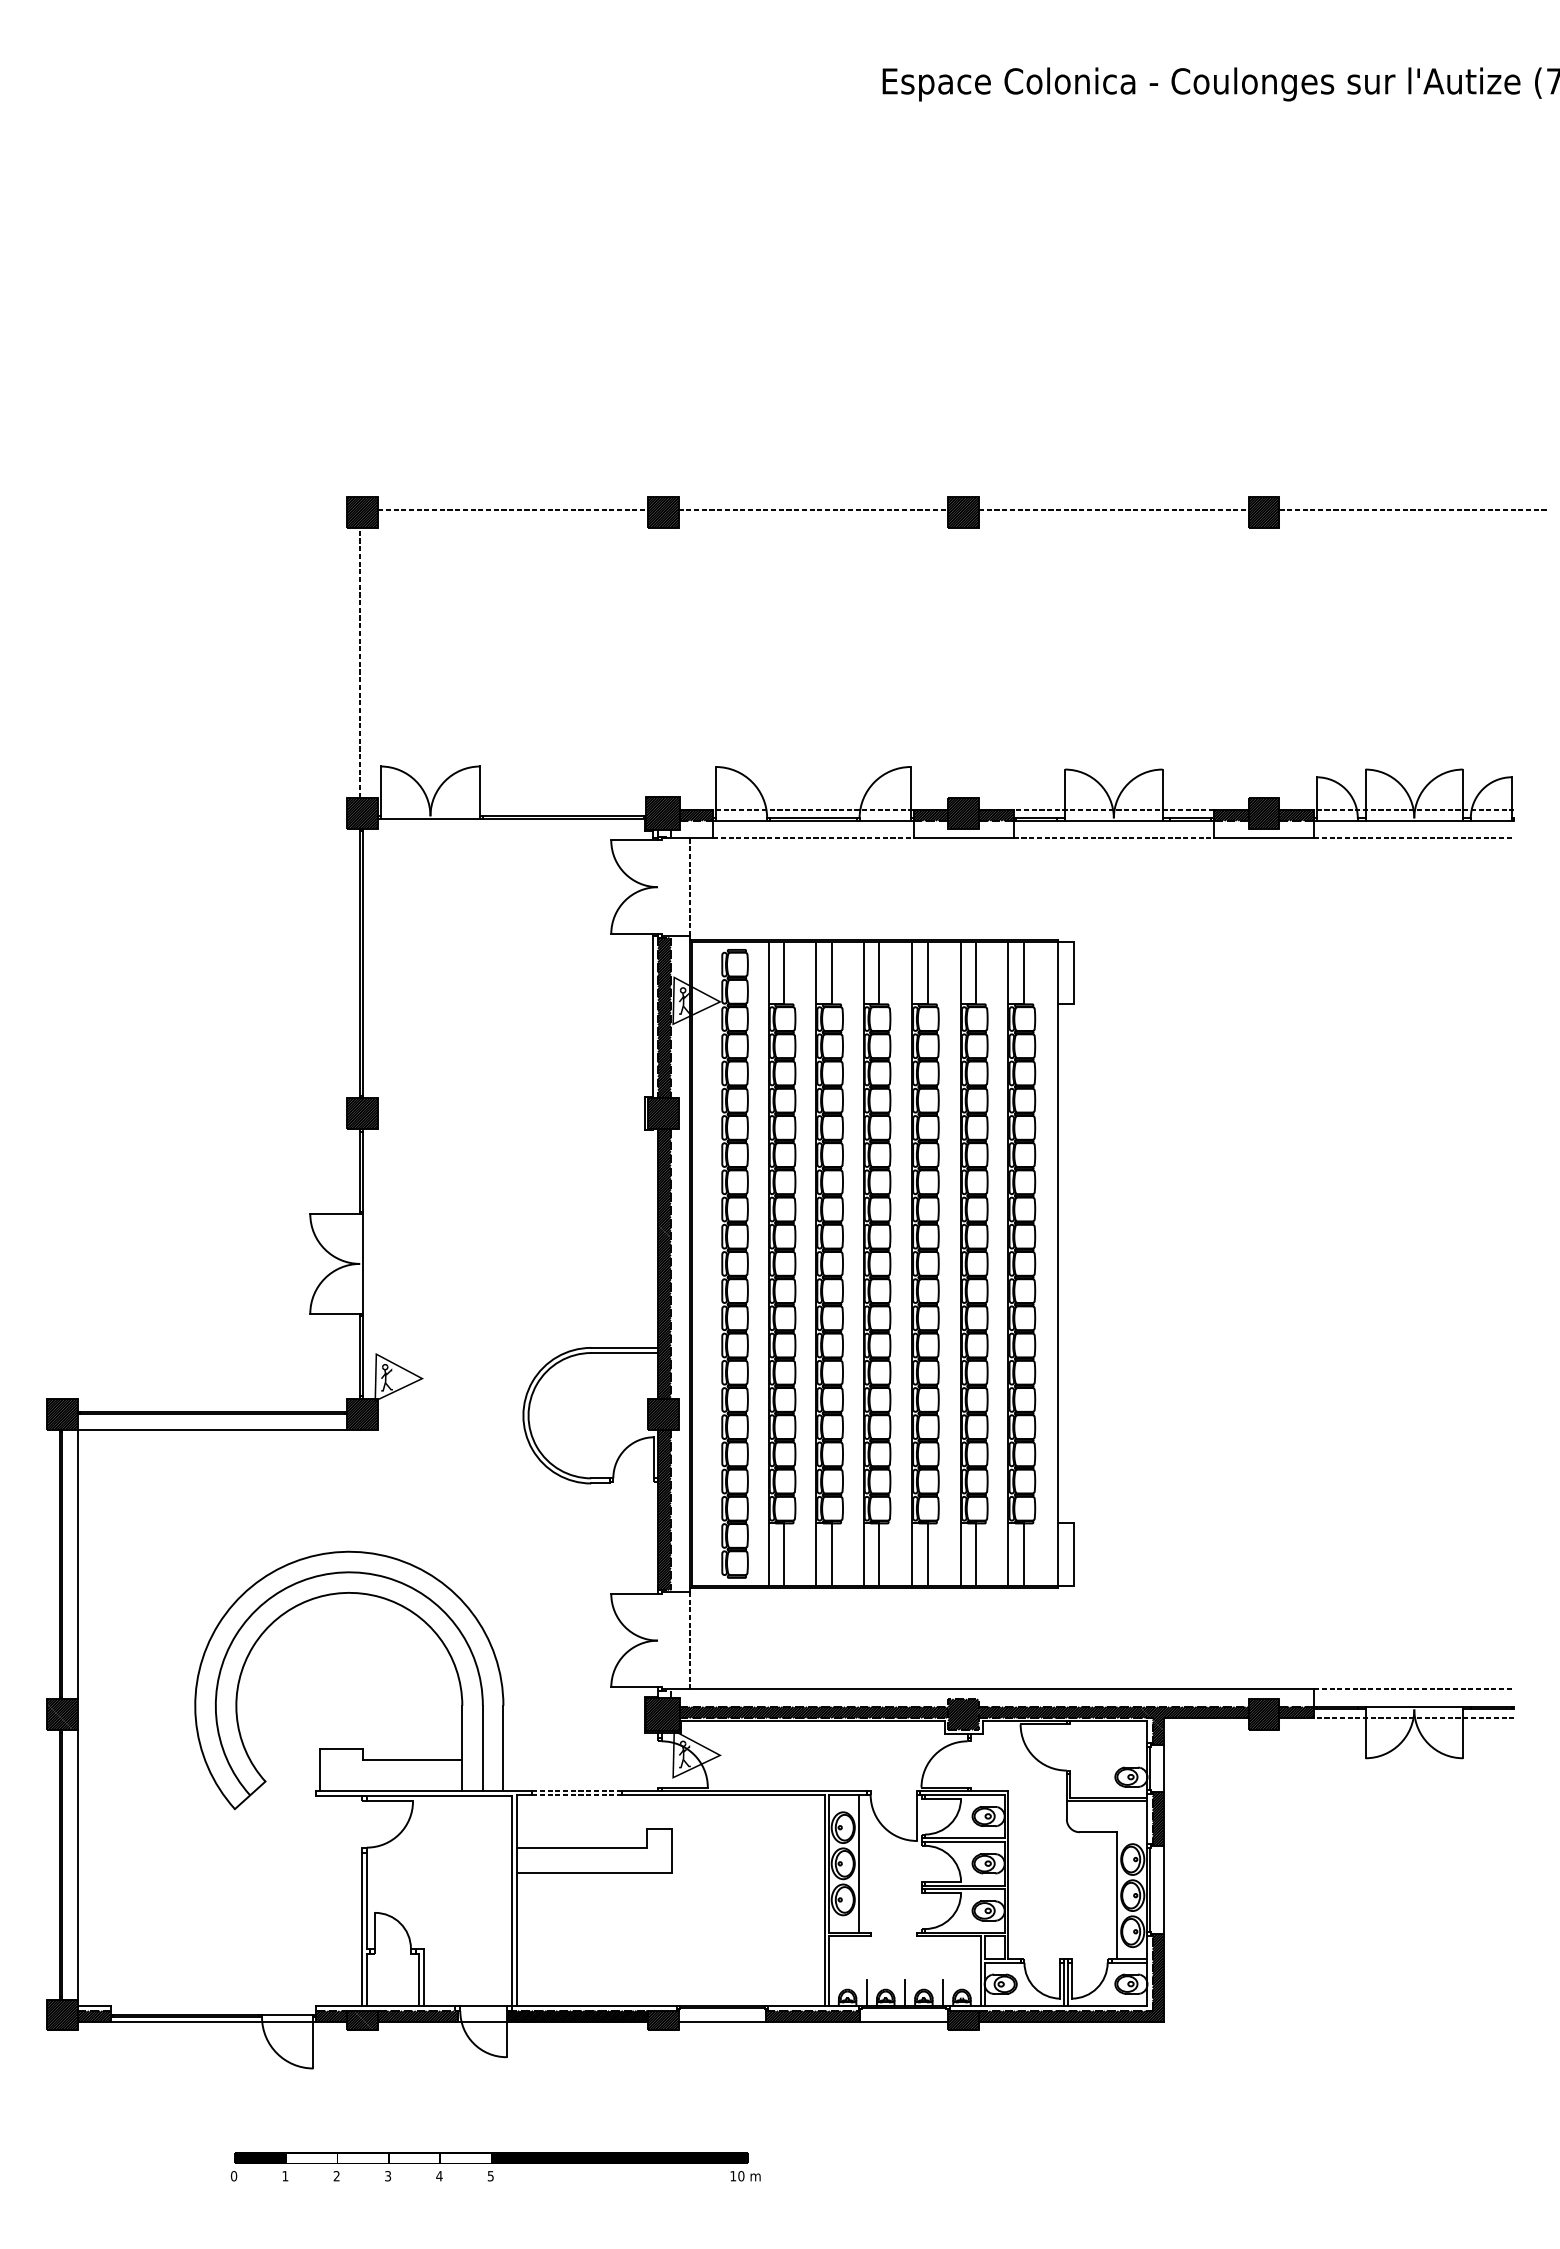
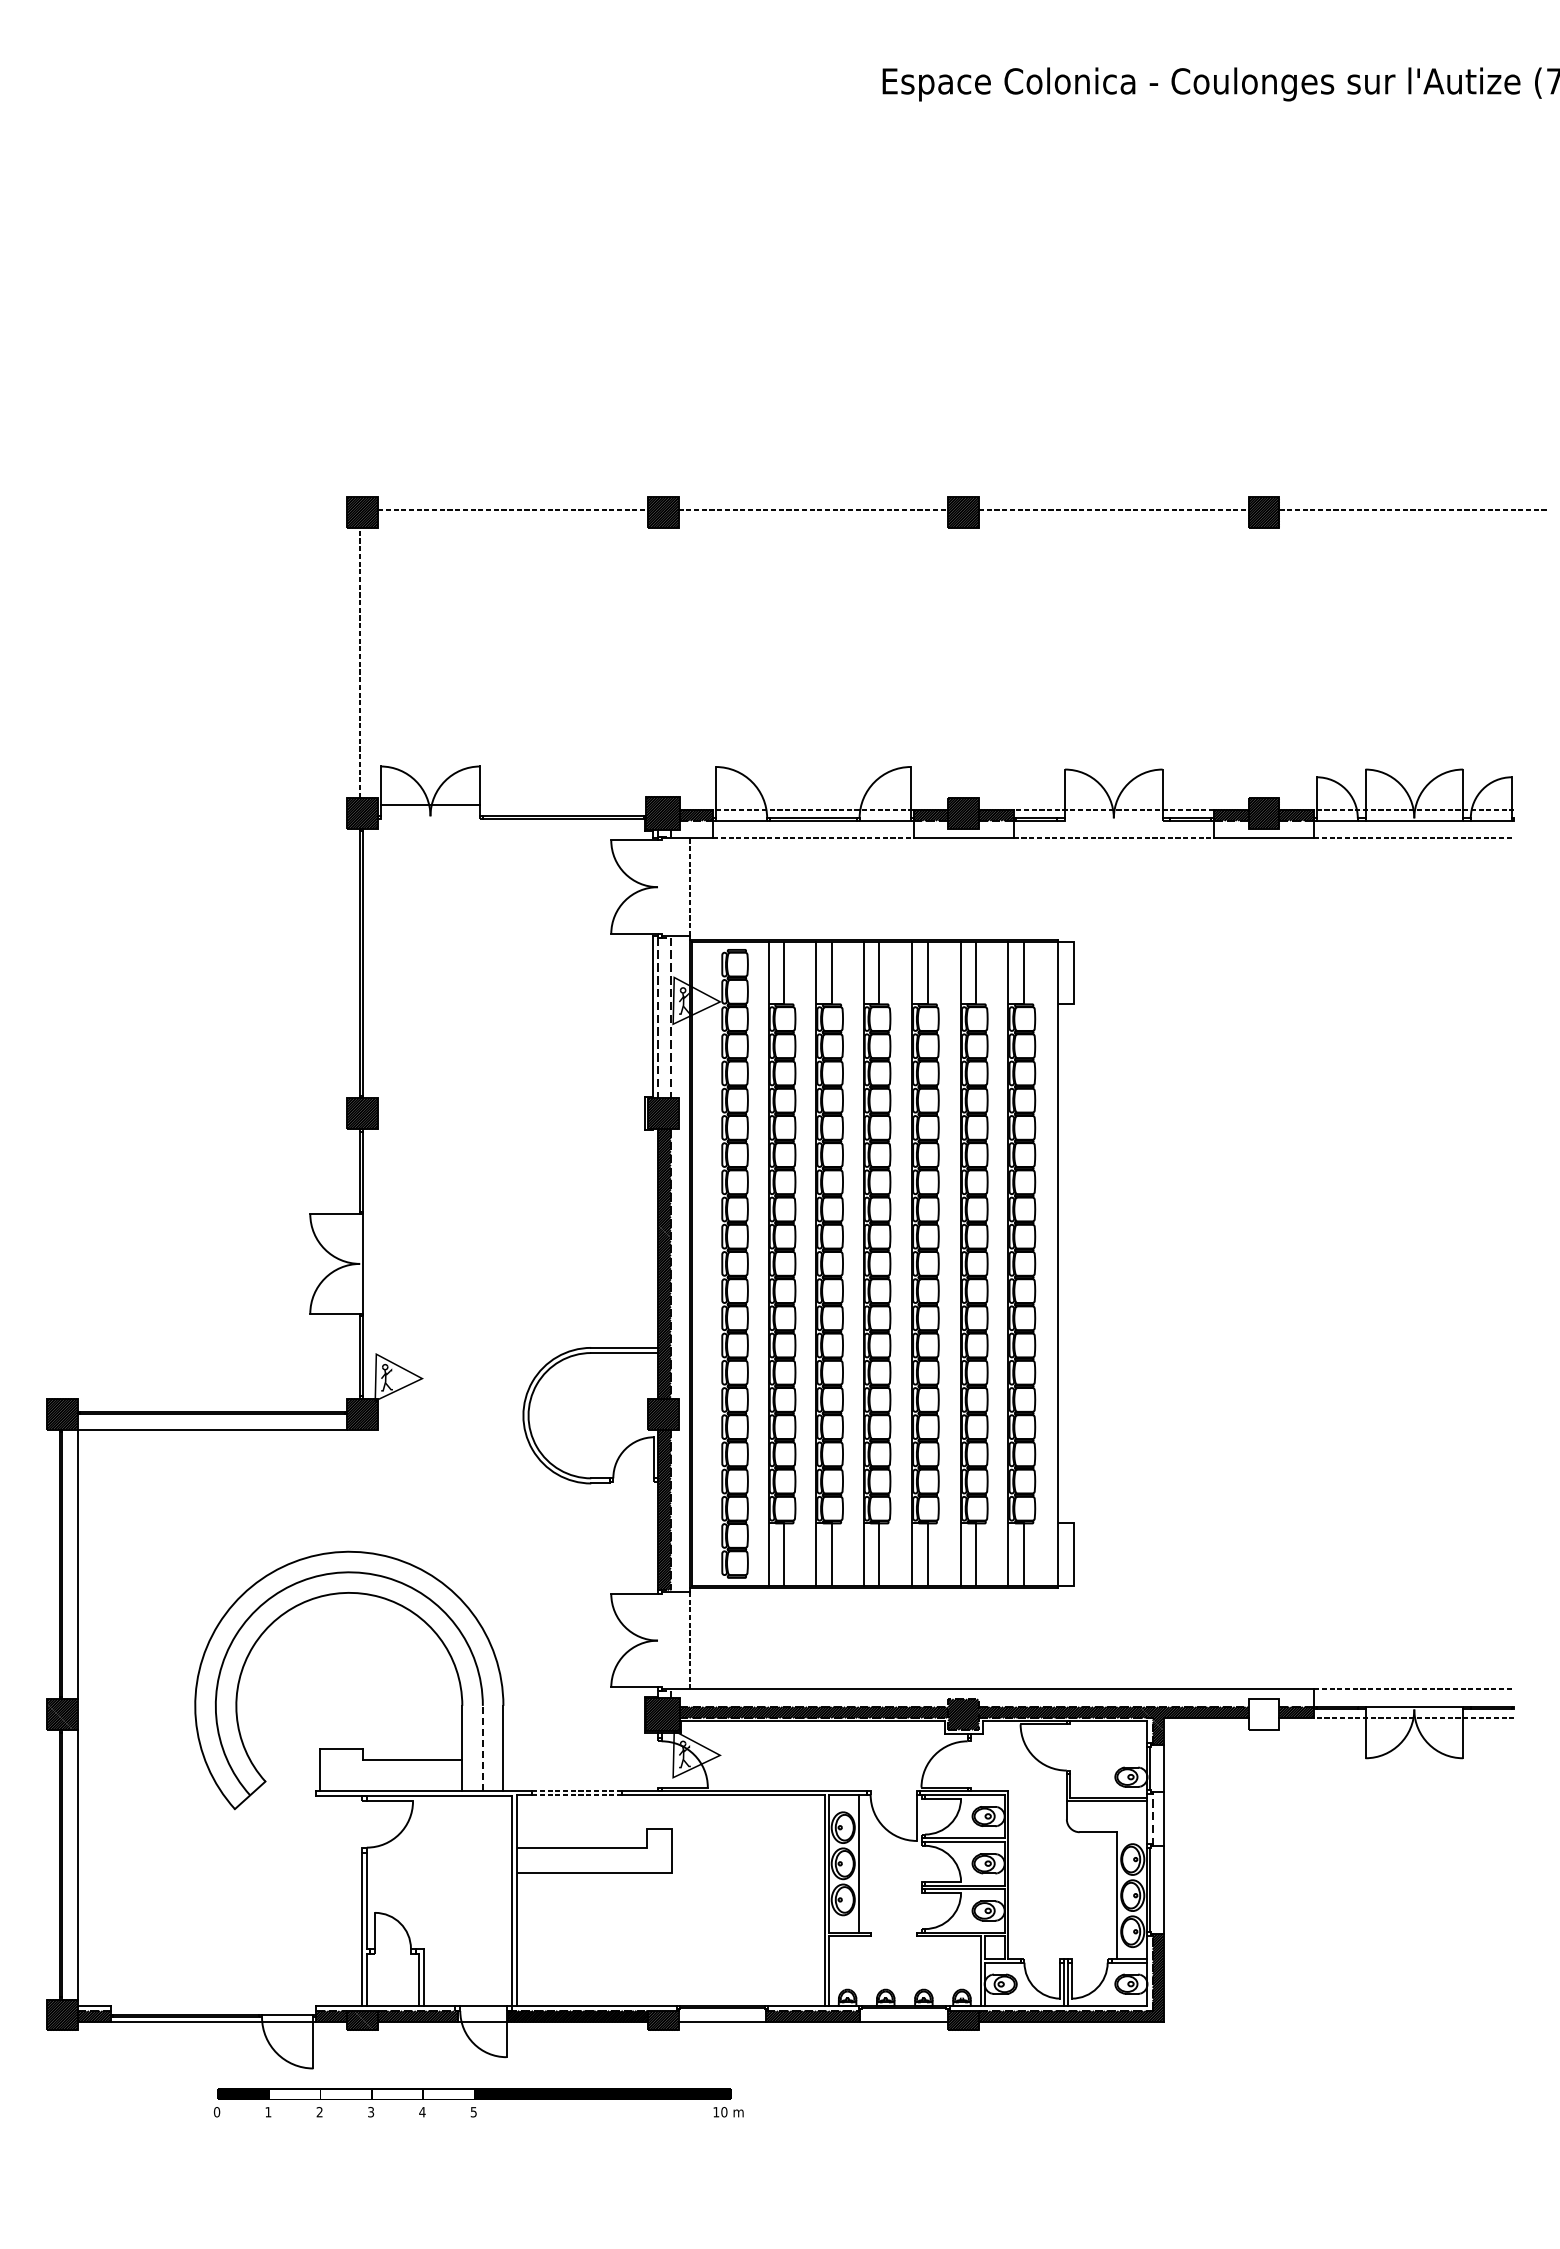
line at (430, 818) position: (430, 818) -> (430, 804)
line at (1113, 820): present -> none
hatch at (664, 1017): present -> none
hatch at (1263, 1714): present -> none
line at (482, 1748): solid -> dashed
hatch at (1157, 1819): present -> none
line at (866, 1992): present -> none
line at (904, 1992): present -> none
line at (942, 1992): present -> none
text at (495, 2166) position: (495, 2166) -> (478, 2102)
